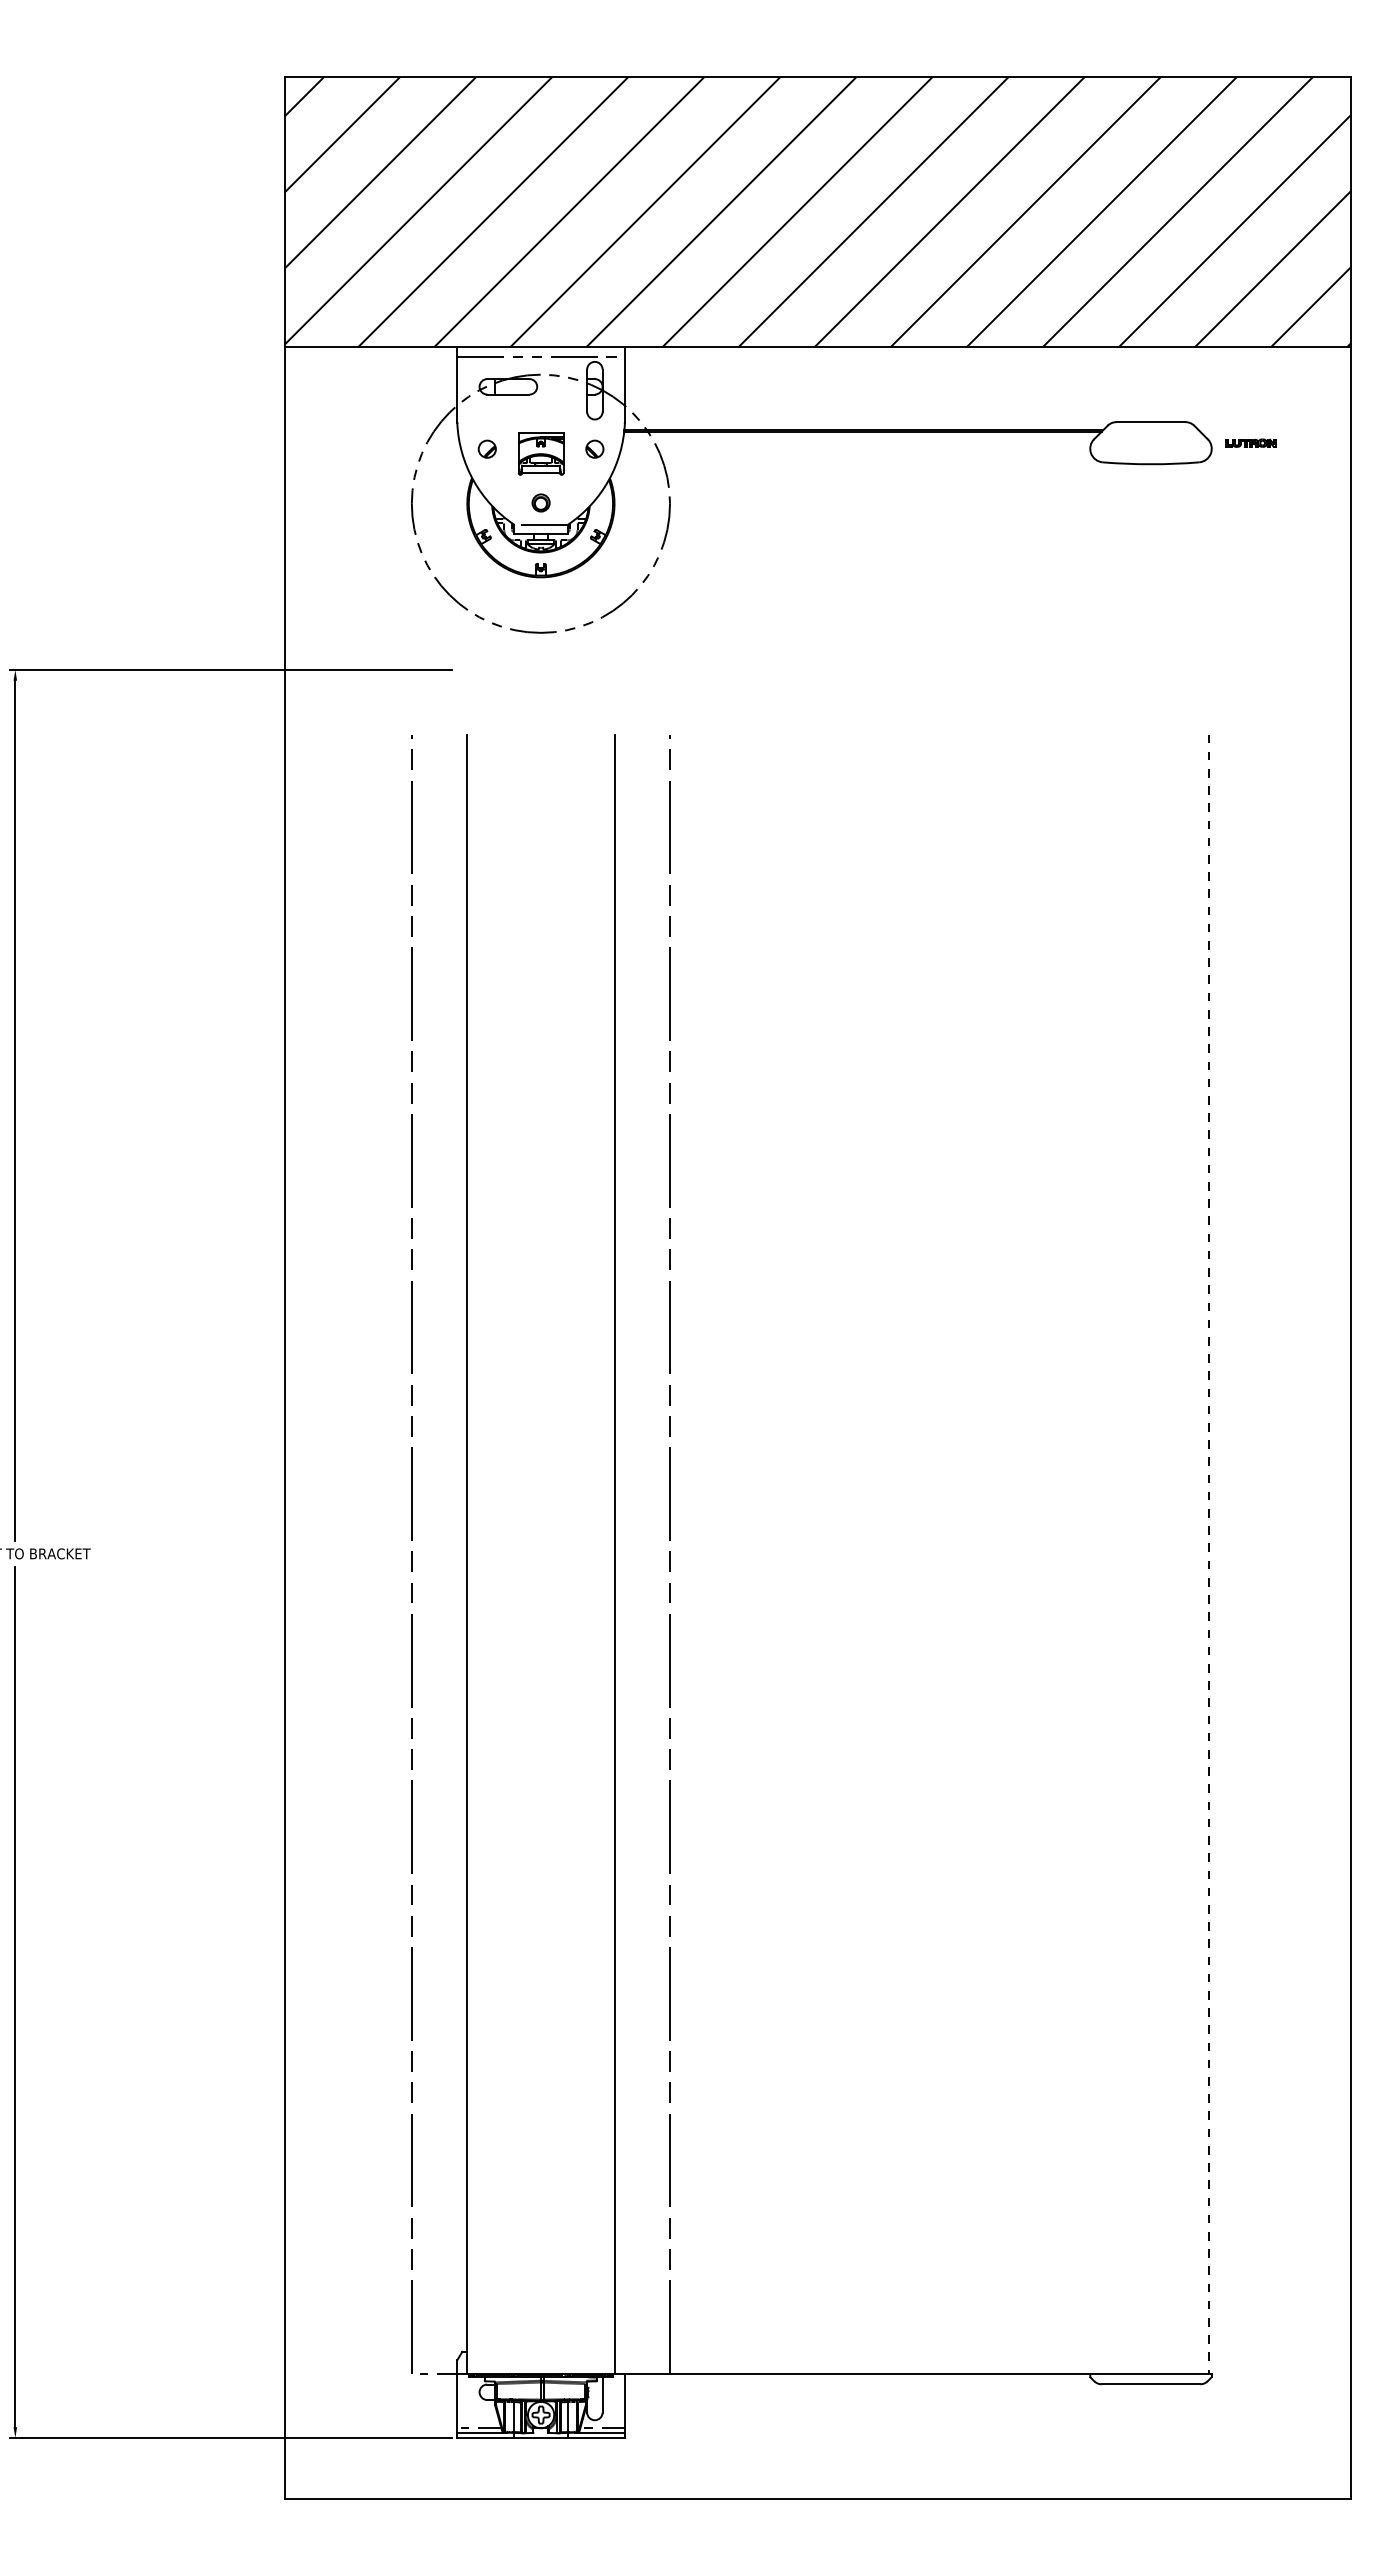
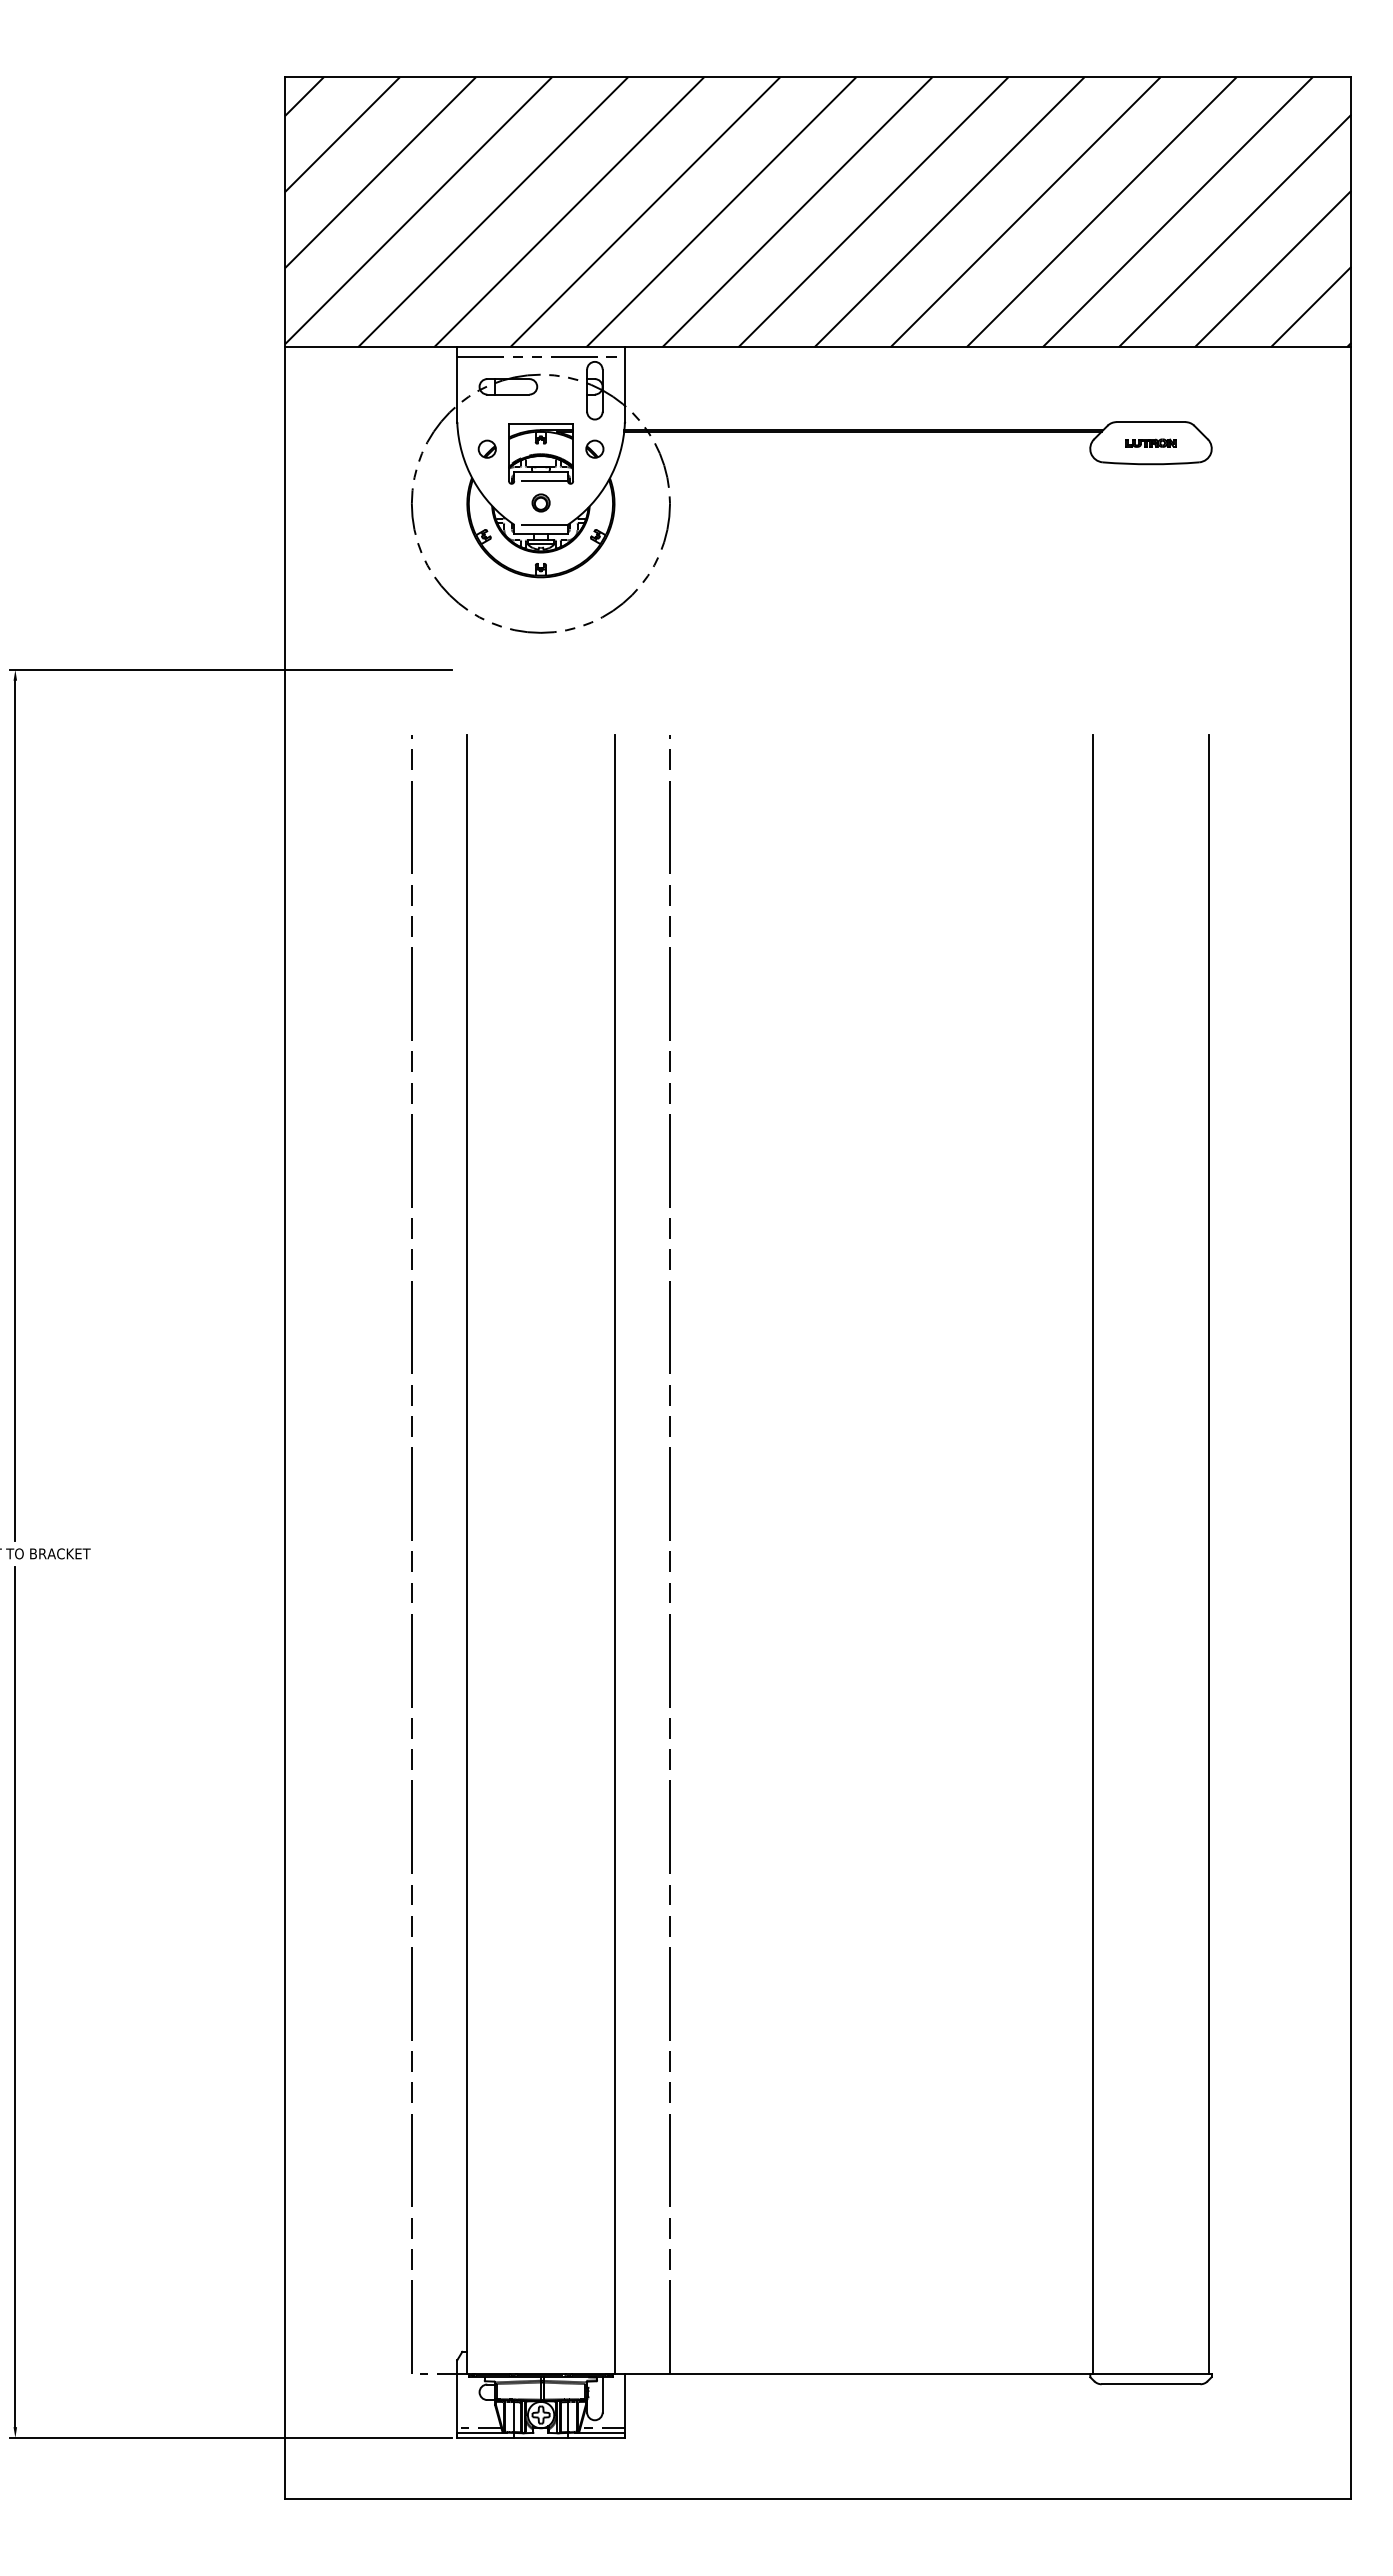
part at (1250, 442) position: (1250, 442) -> (1150, 442)
part at (540, 453) size: 48x44 px -> 66x62 px
line at (1093, 1553): none -> present
line at (1208, 1554): dashed -> solid
